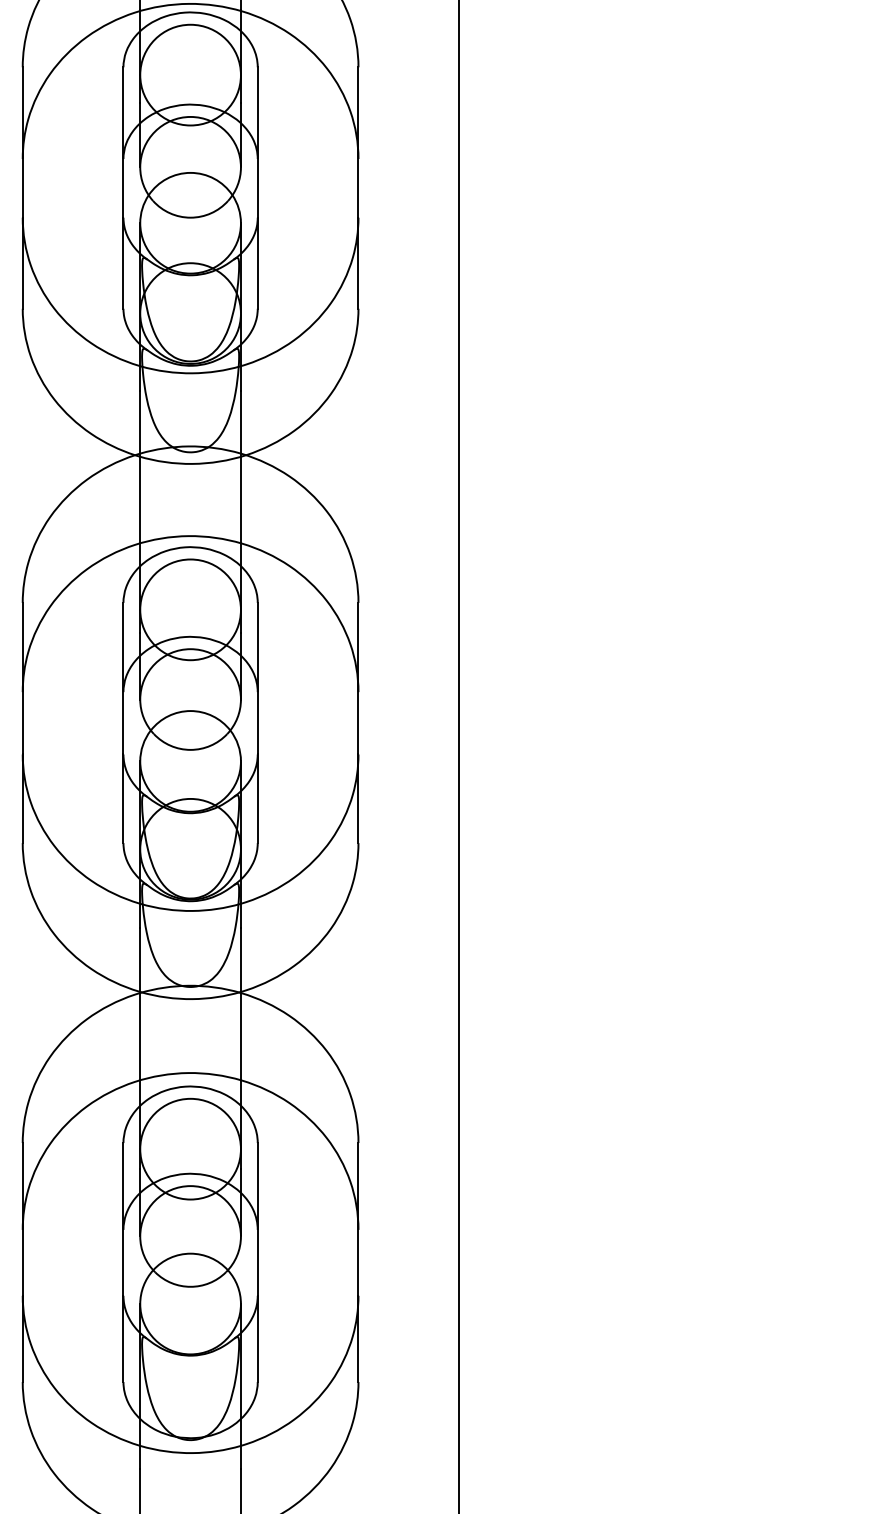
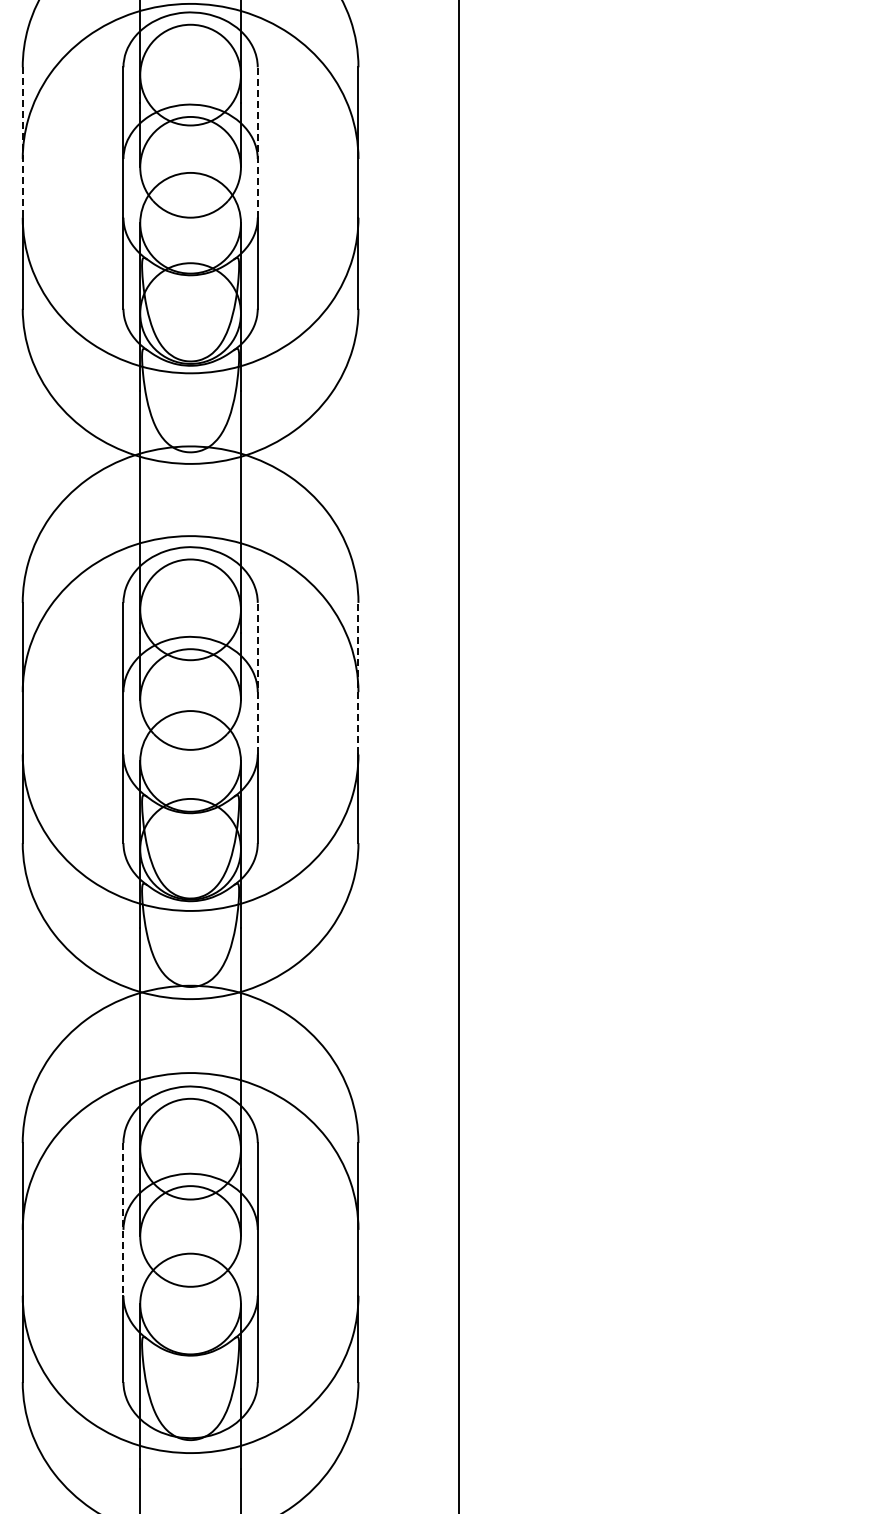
line at (257, 142): solid -> dashed
line at (22, 143): solid -> dashed
line at (257, 678): solid -> dashed
line at (358, 678): solid -> dashed
line at (123, 1219): solid -> dashed
